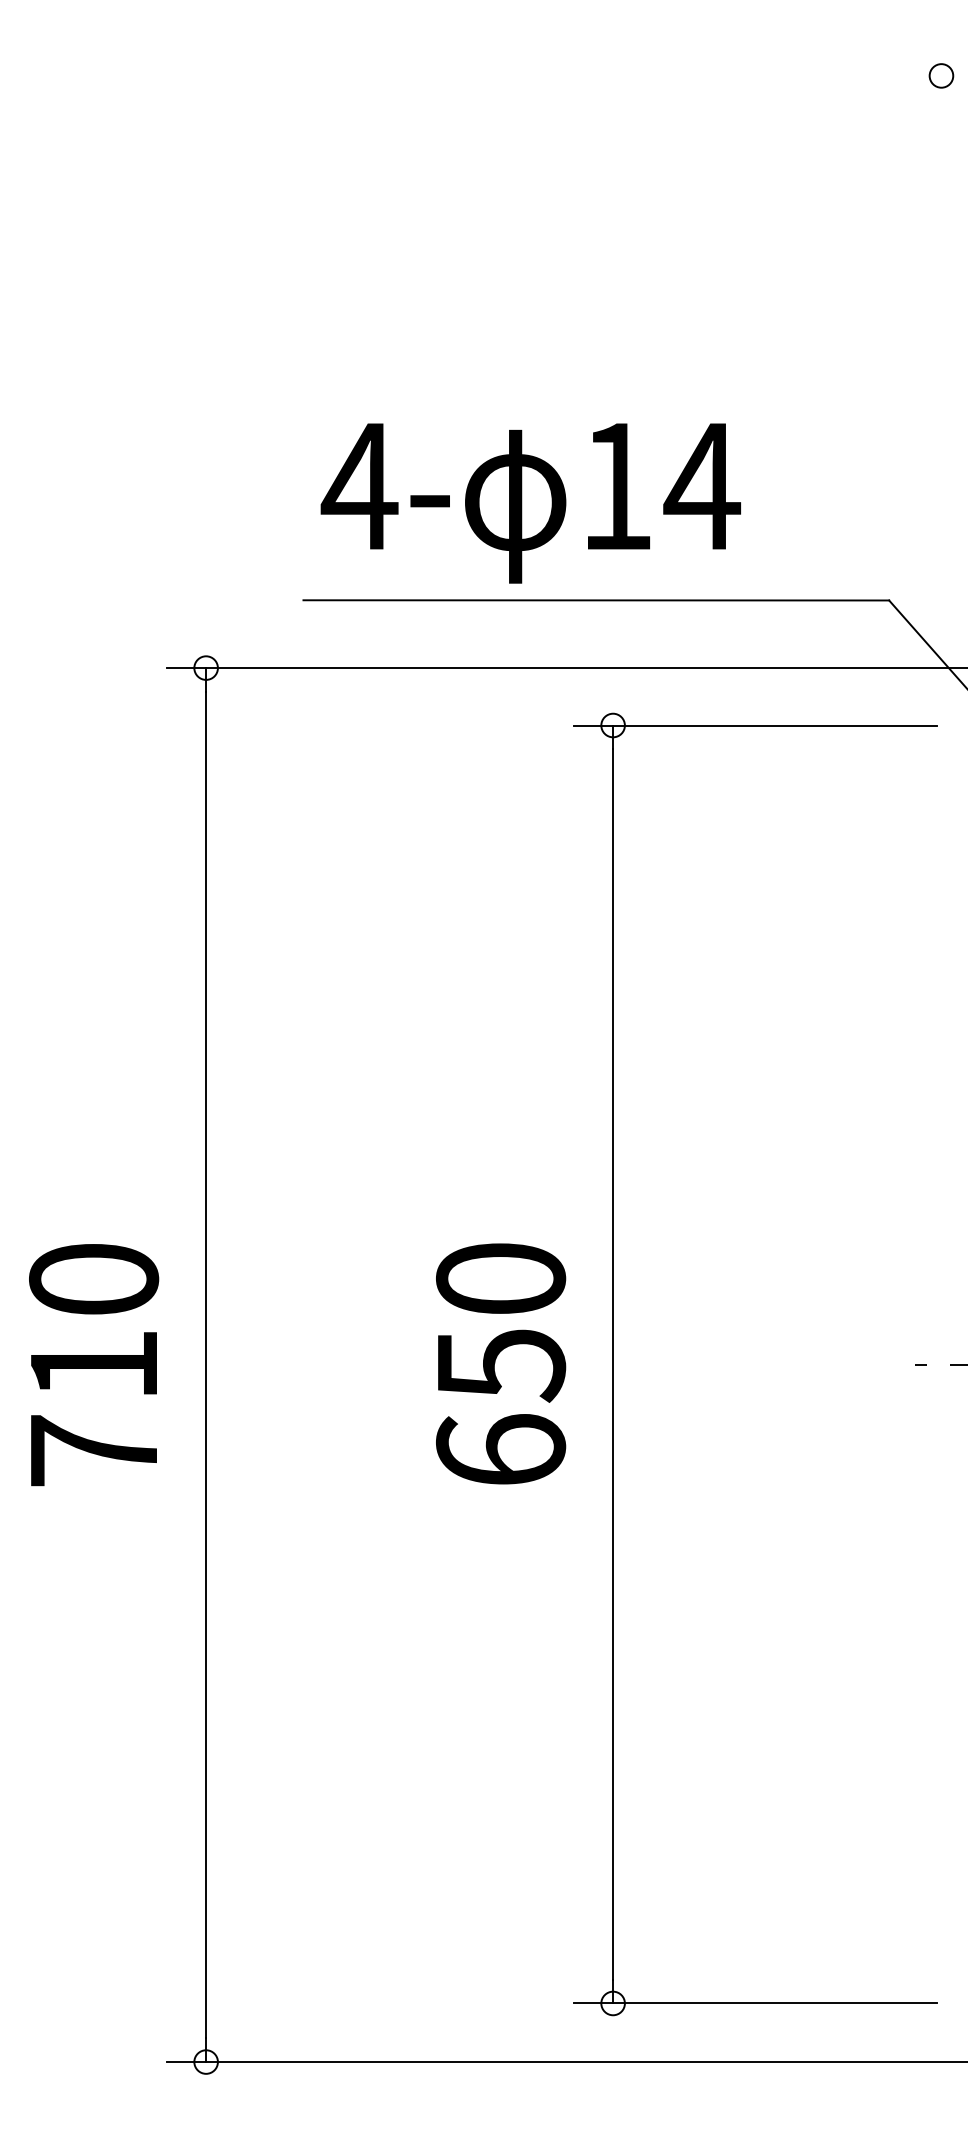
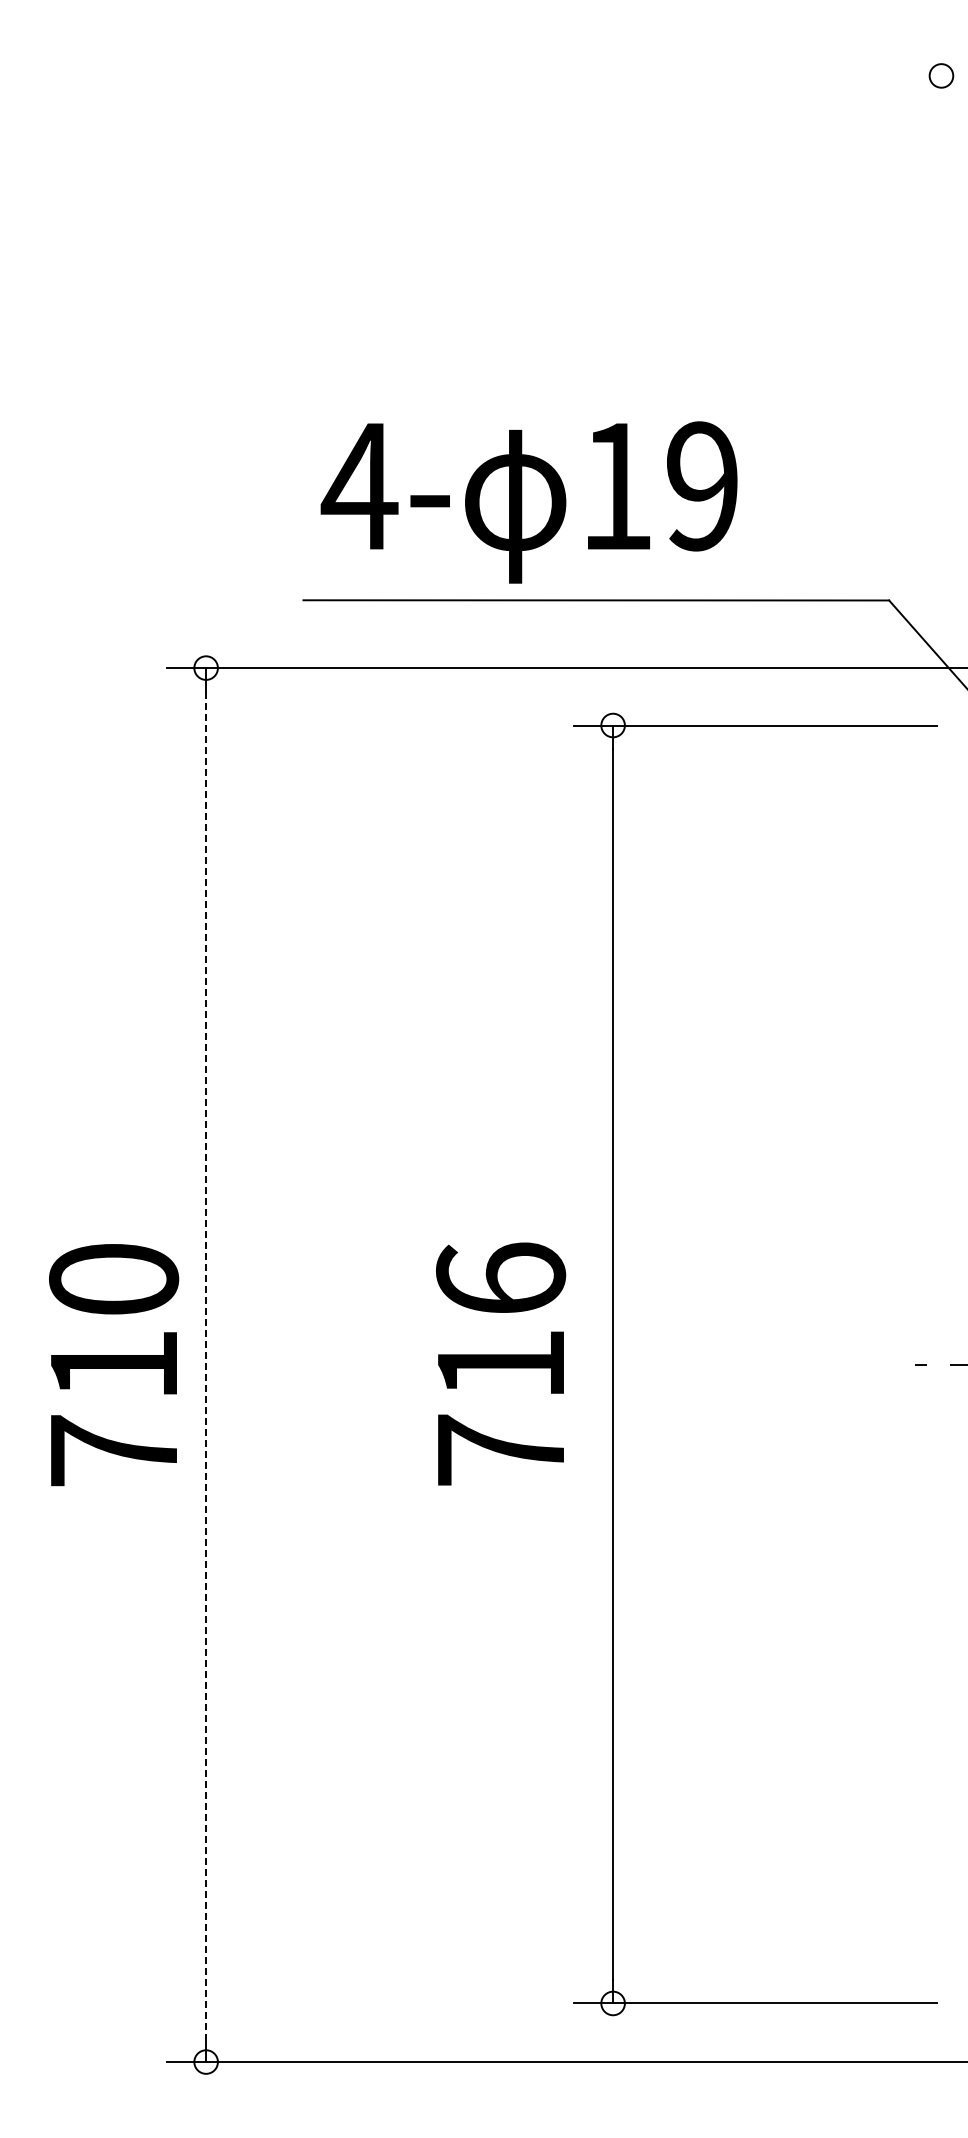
text at (702, 486): 14 -> 19
text at (501, 1363): 650 -> 716
text at (94, 1365) position: (94, 1365) -> (114, 1365)
line at (206, 1365): solid -> dashed
